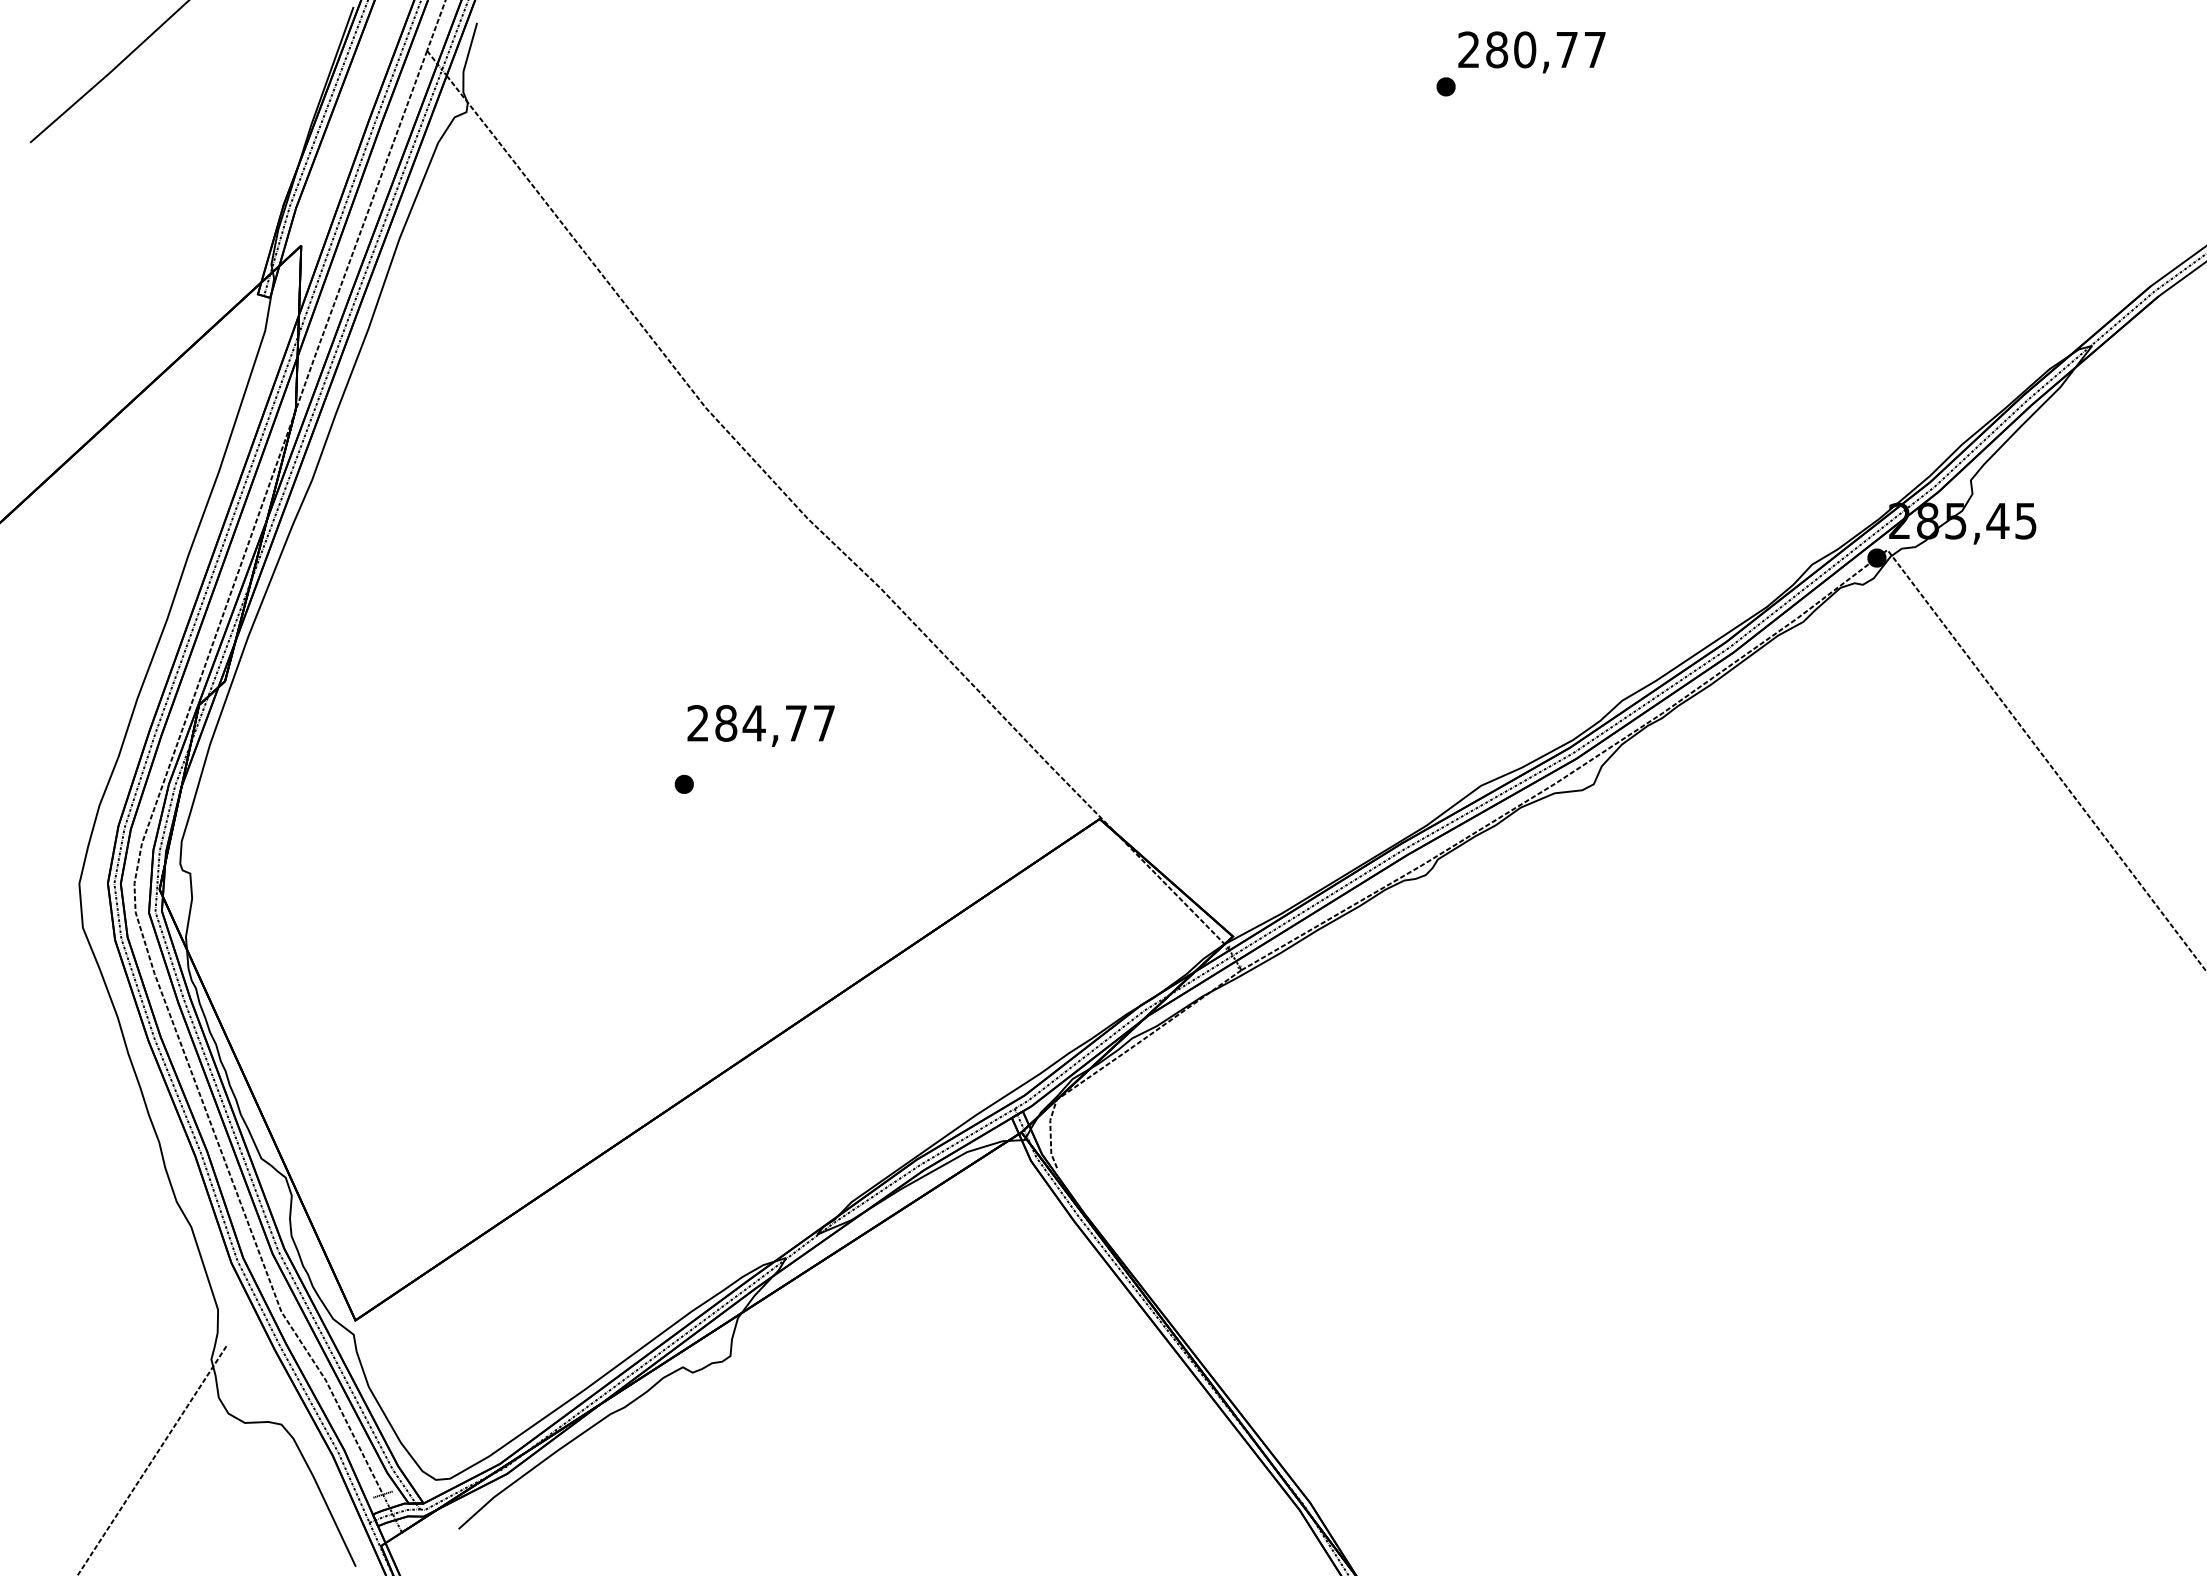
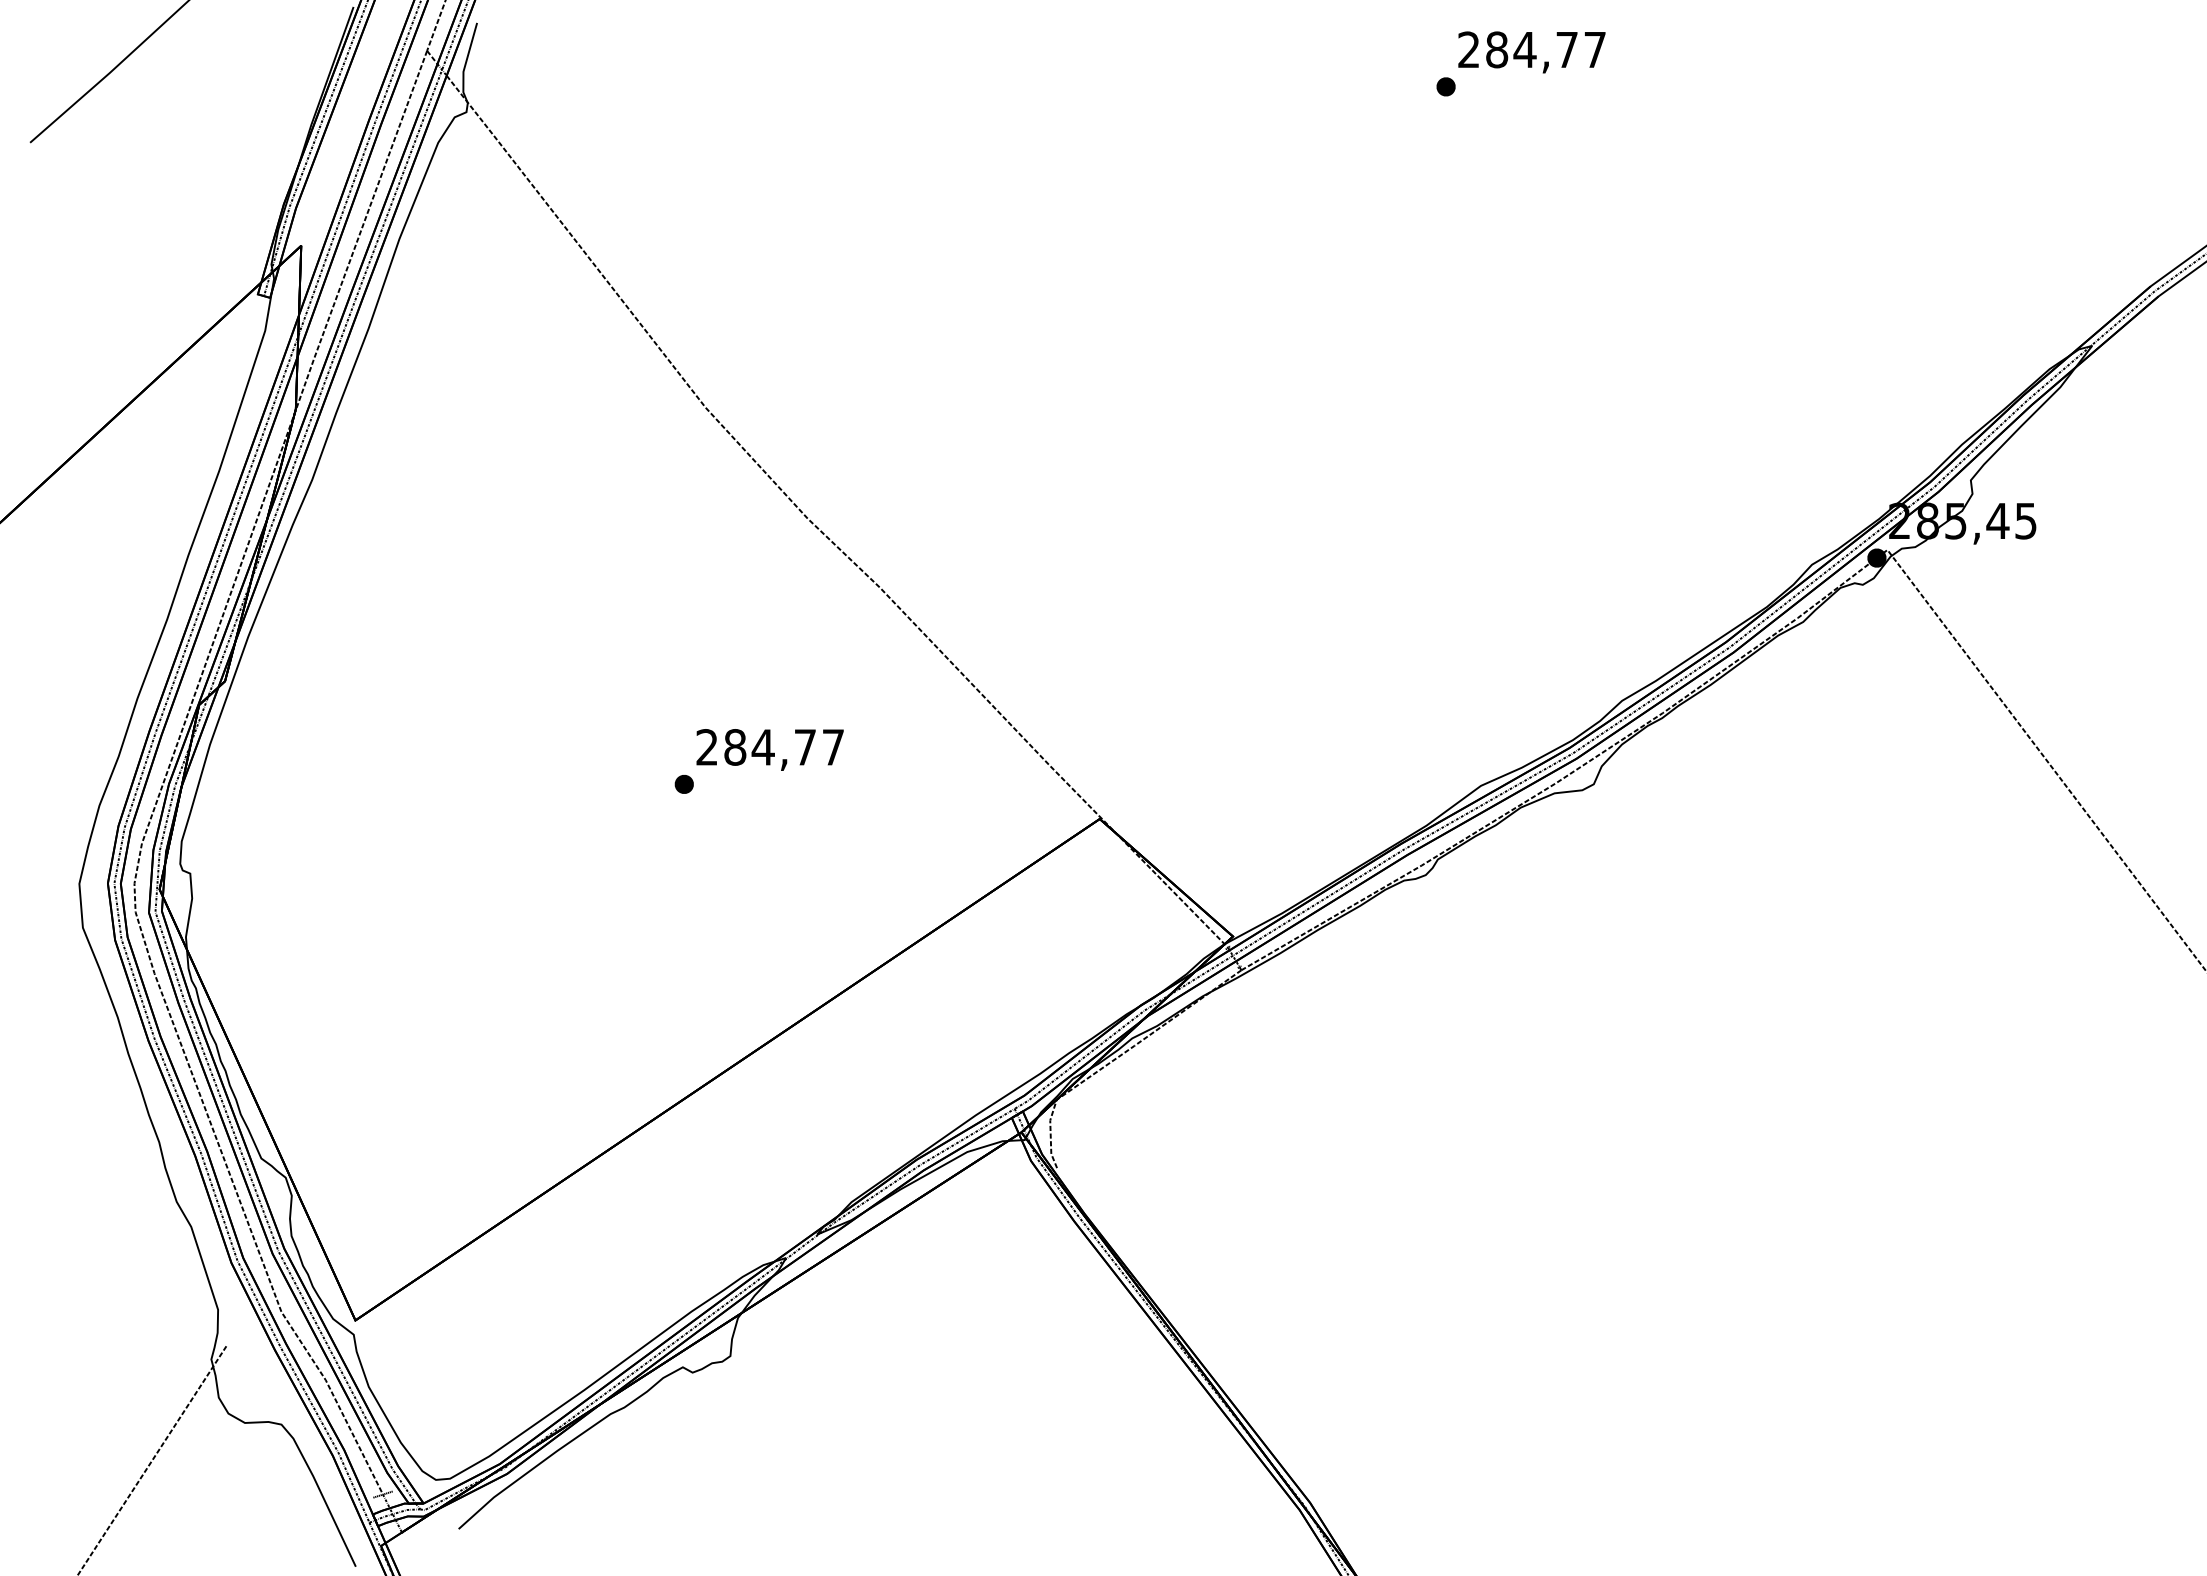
text at (1524, 49): 280,77 -> 284,77
text at (760, 725) position: (760, 725) -> (769, 749)
